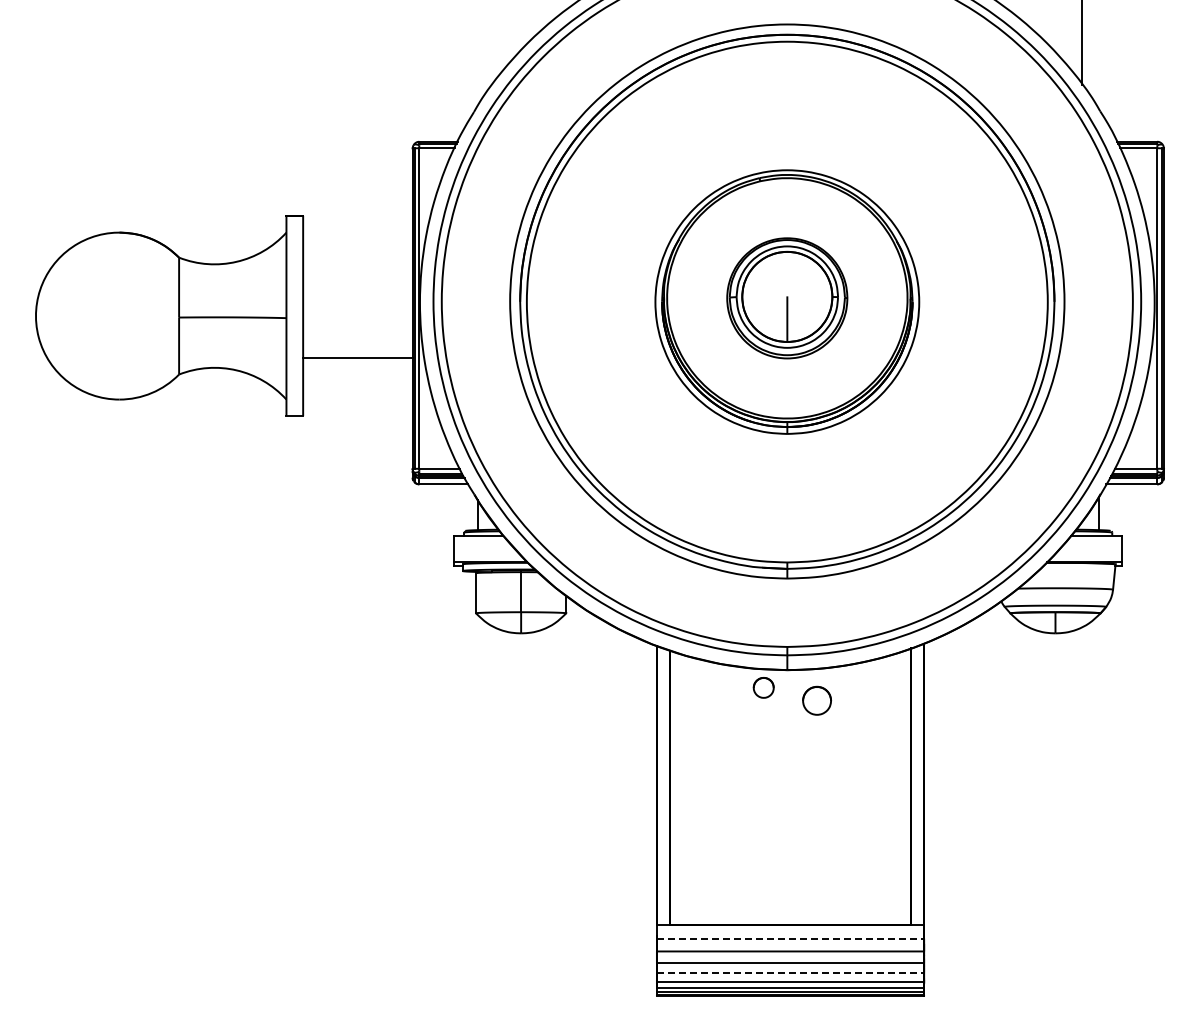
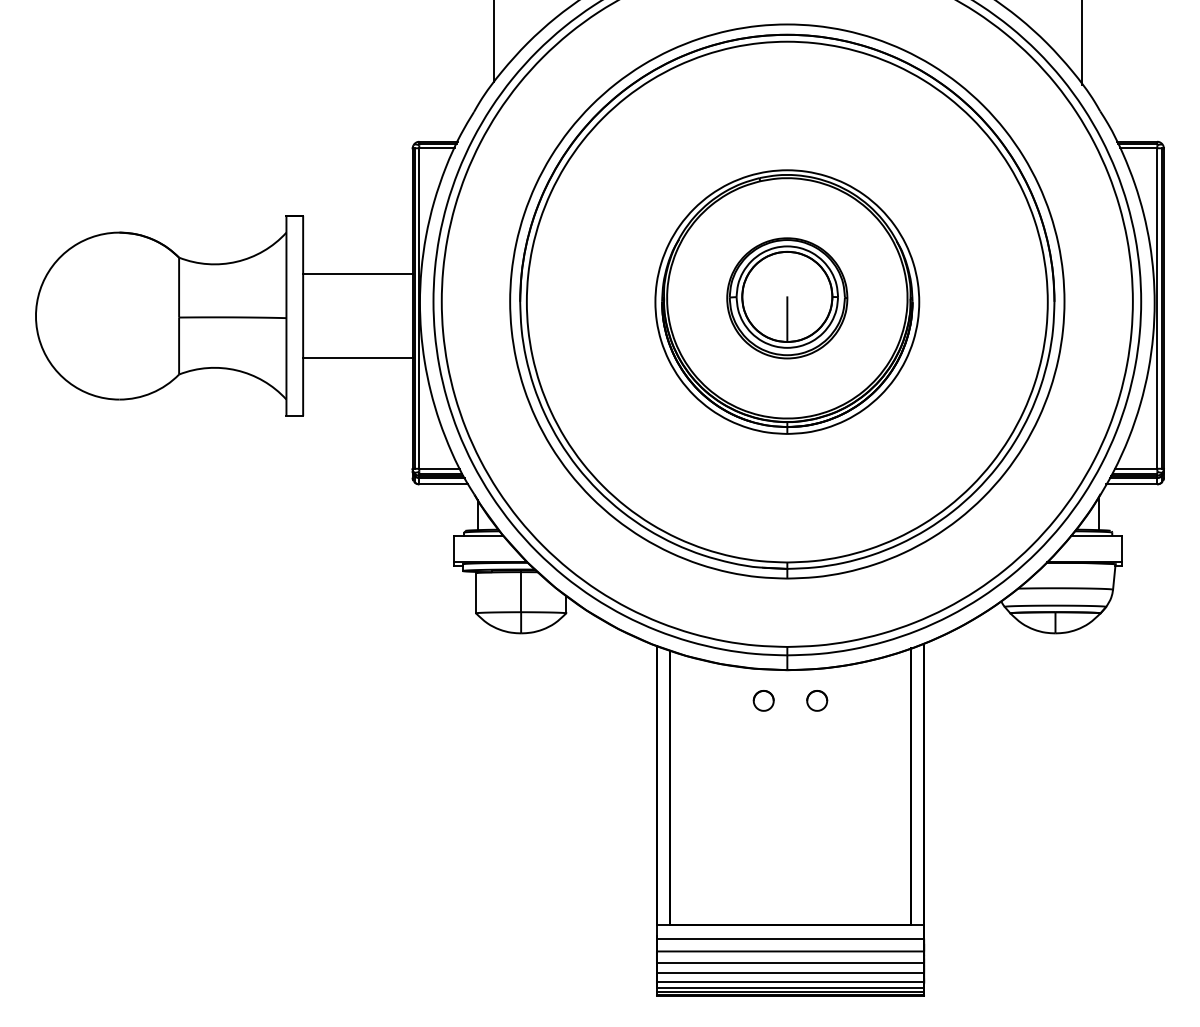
line at (494, 42): none -> present
line at (357, 274): none -> present
part at (763, 687) position: (763, 687) -> (763, 700)
part at (816, 700) size: 30x31 px -> 23x22 px
line at (790, 939): dashed -> solid
line at (790, 973): dashed -> solid
